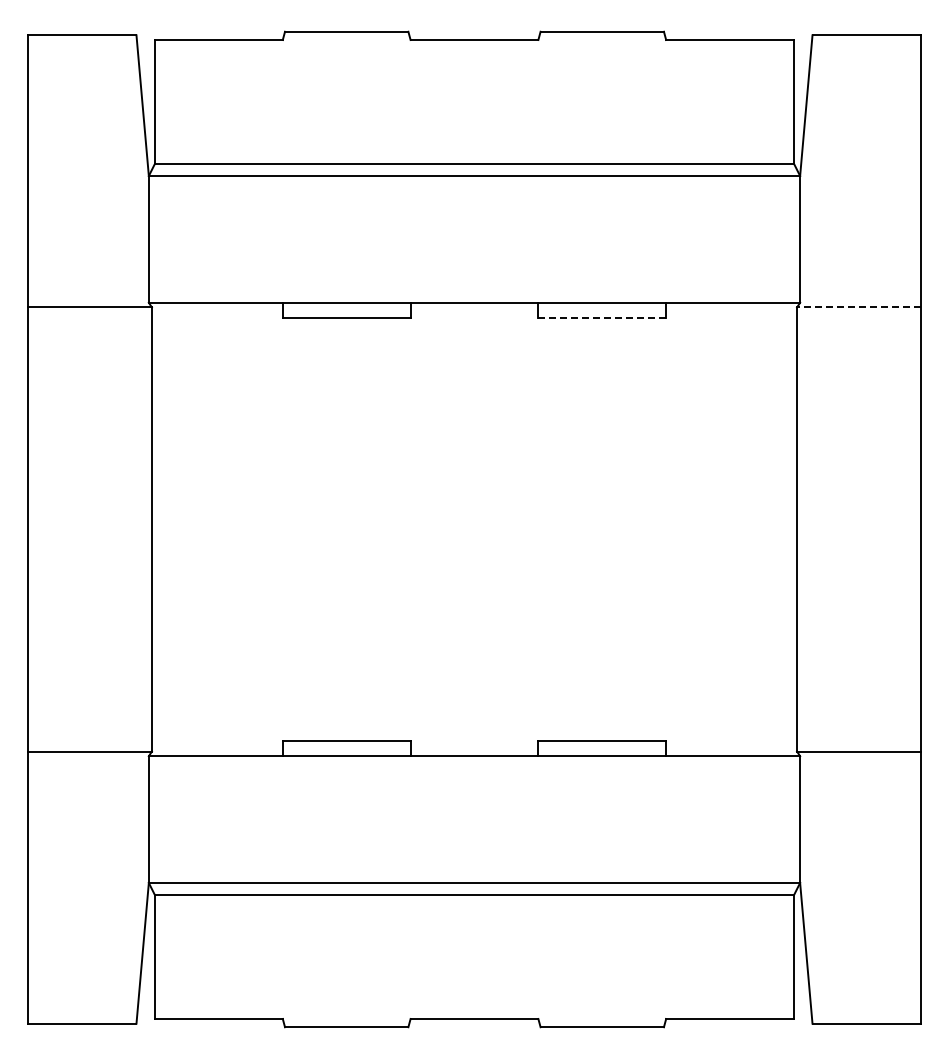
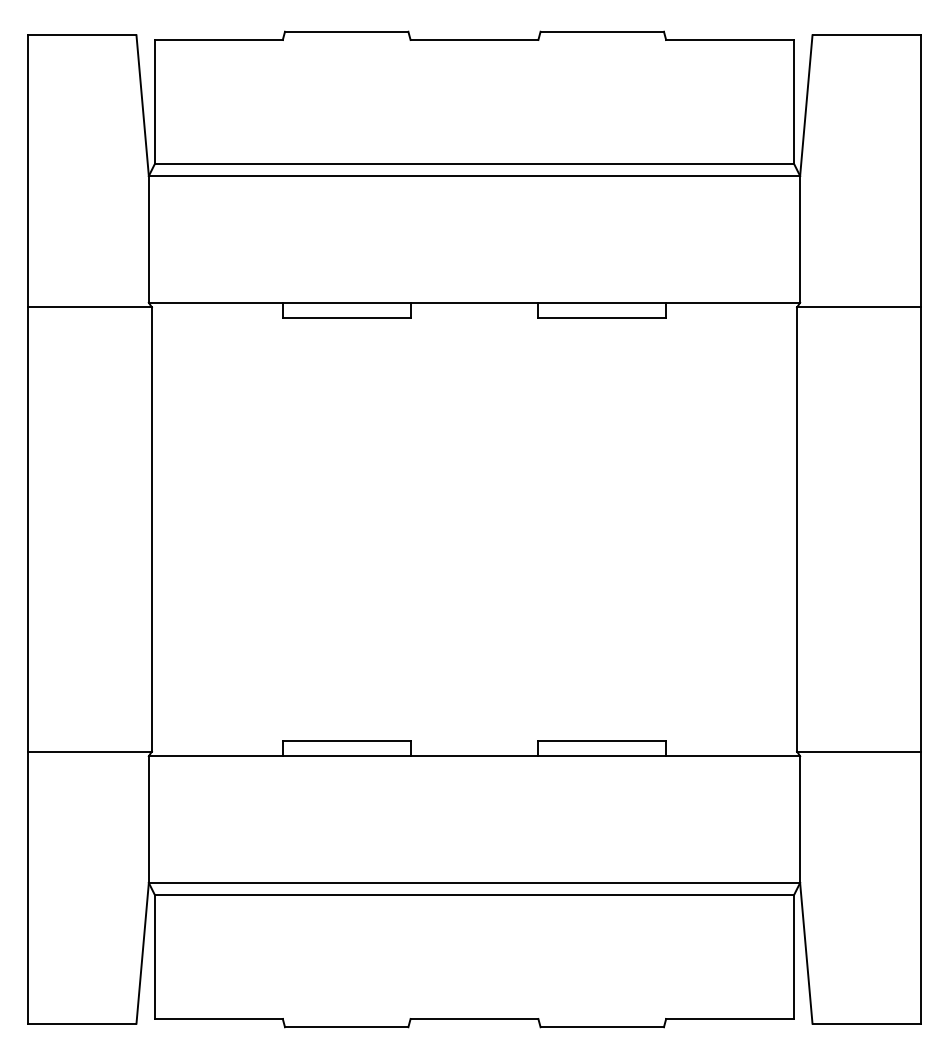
line at (858, 307): dashed -> solid
line at (602, 318): dashed -> solid
